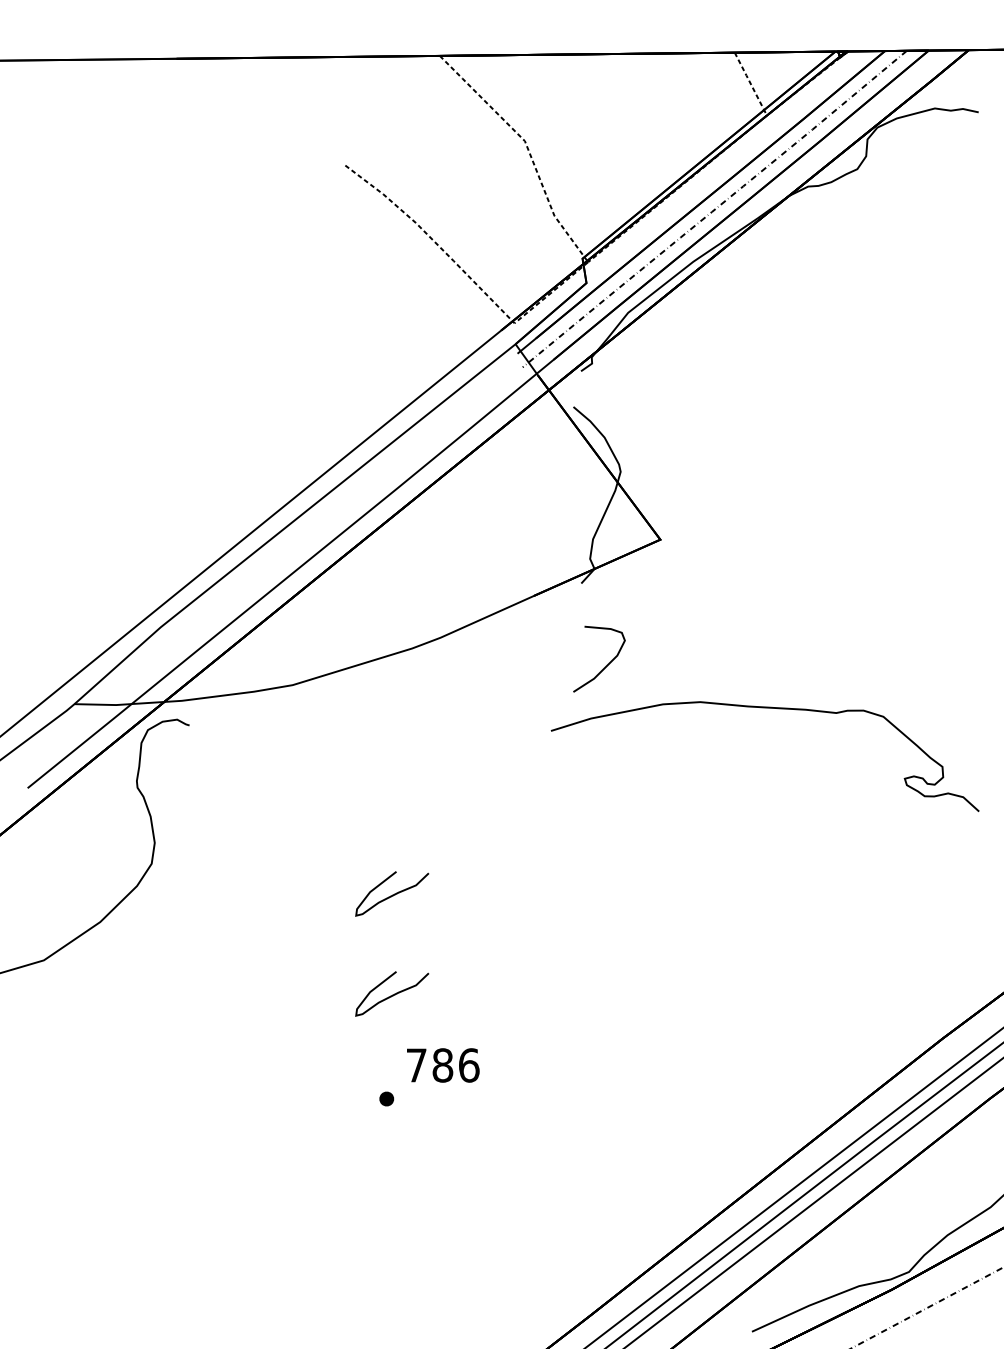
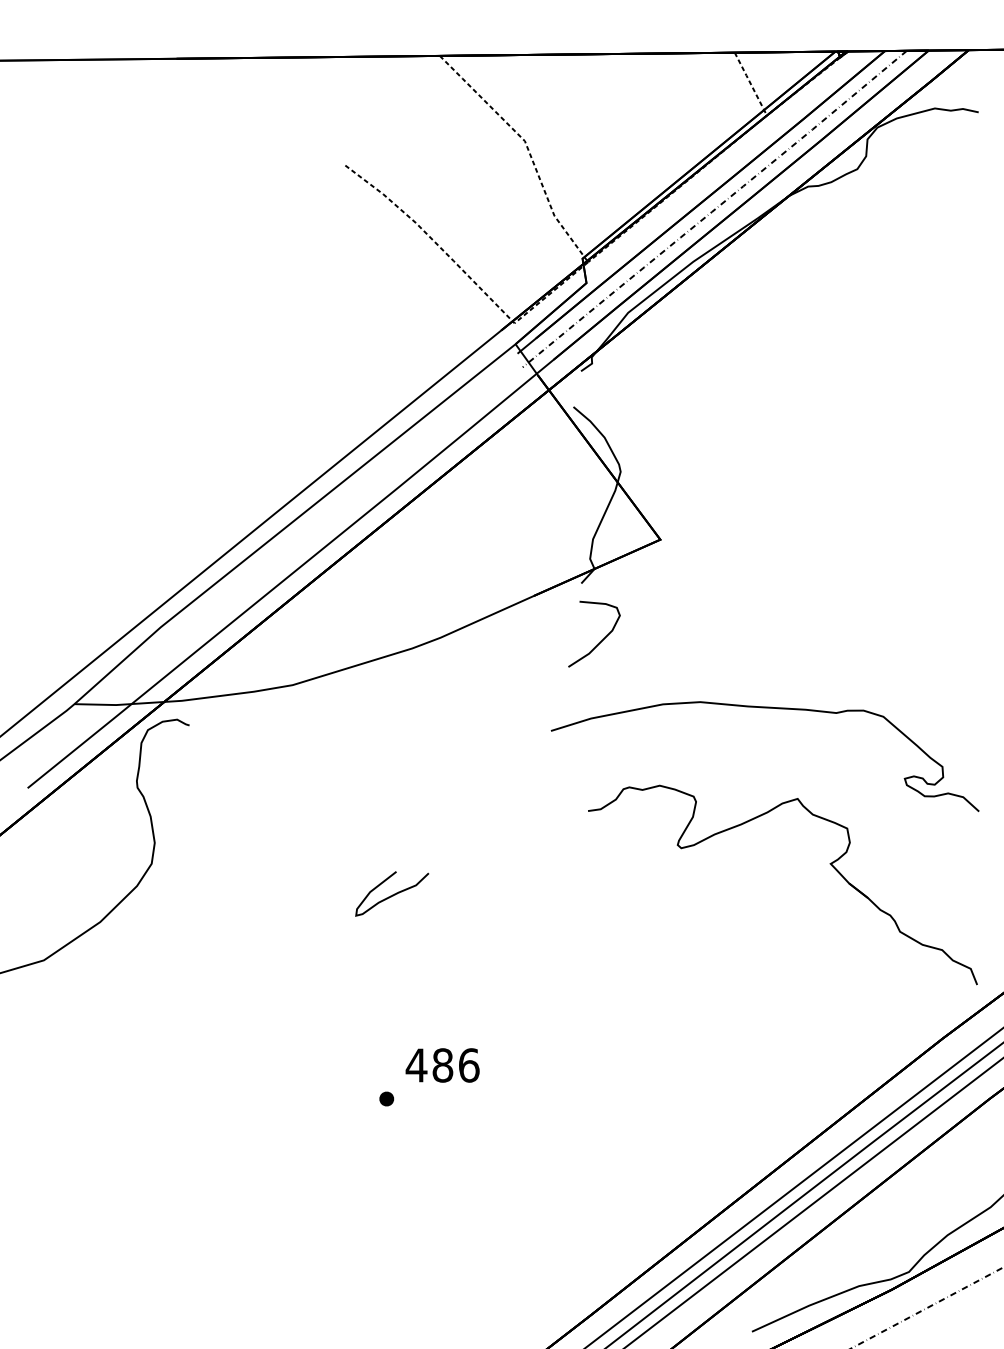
curve at (606, 665) position: (606, 665) -> (601, 640)
part at (829, 863): none -> present
curve at (392, 994): present -> none
text at (416, 1065): 786 -> 486
